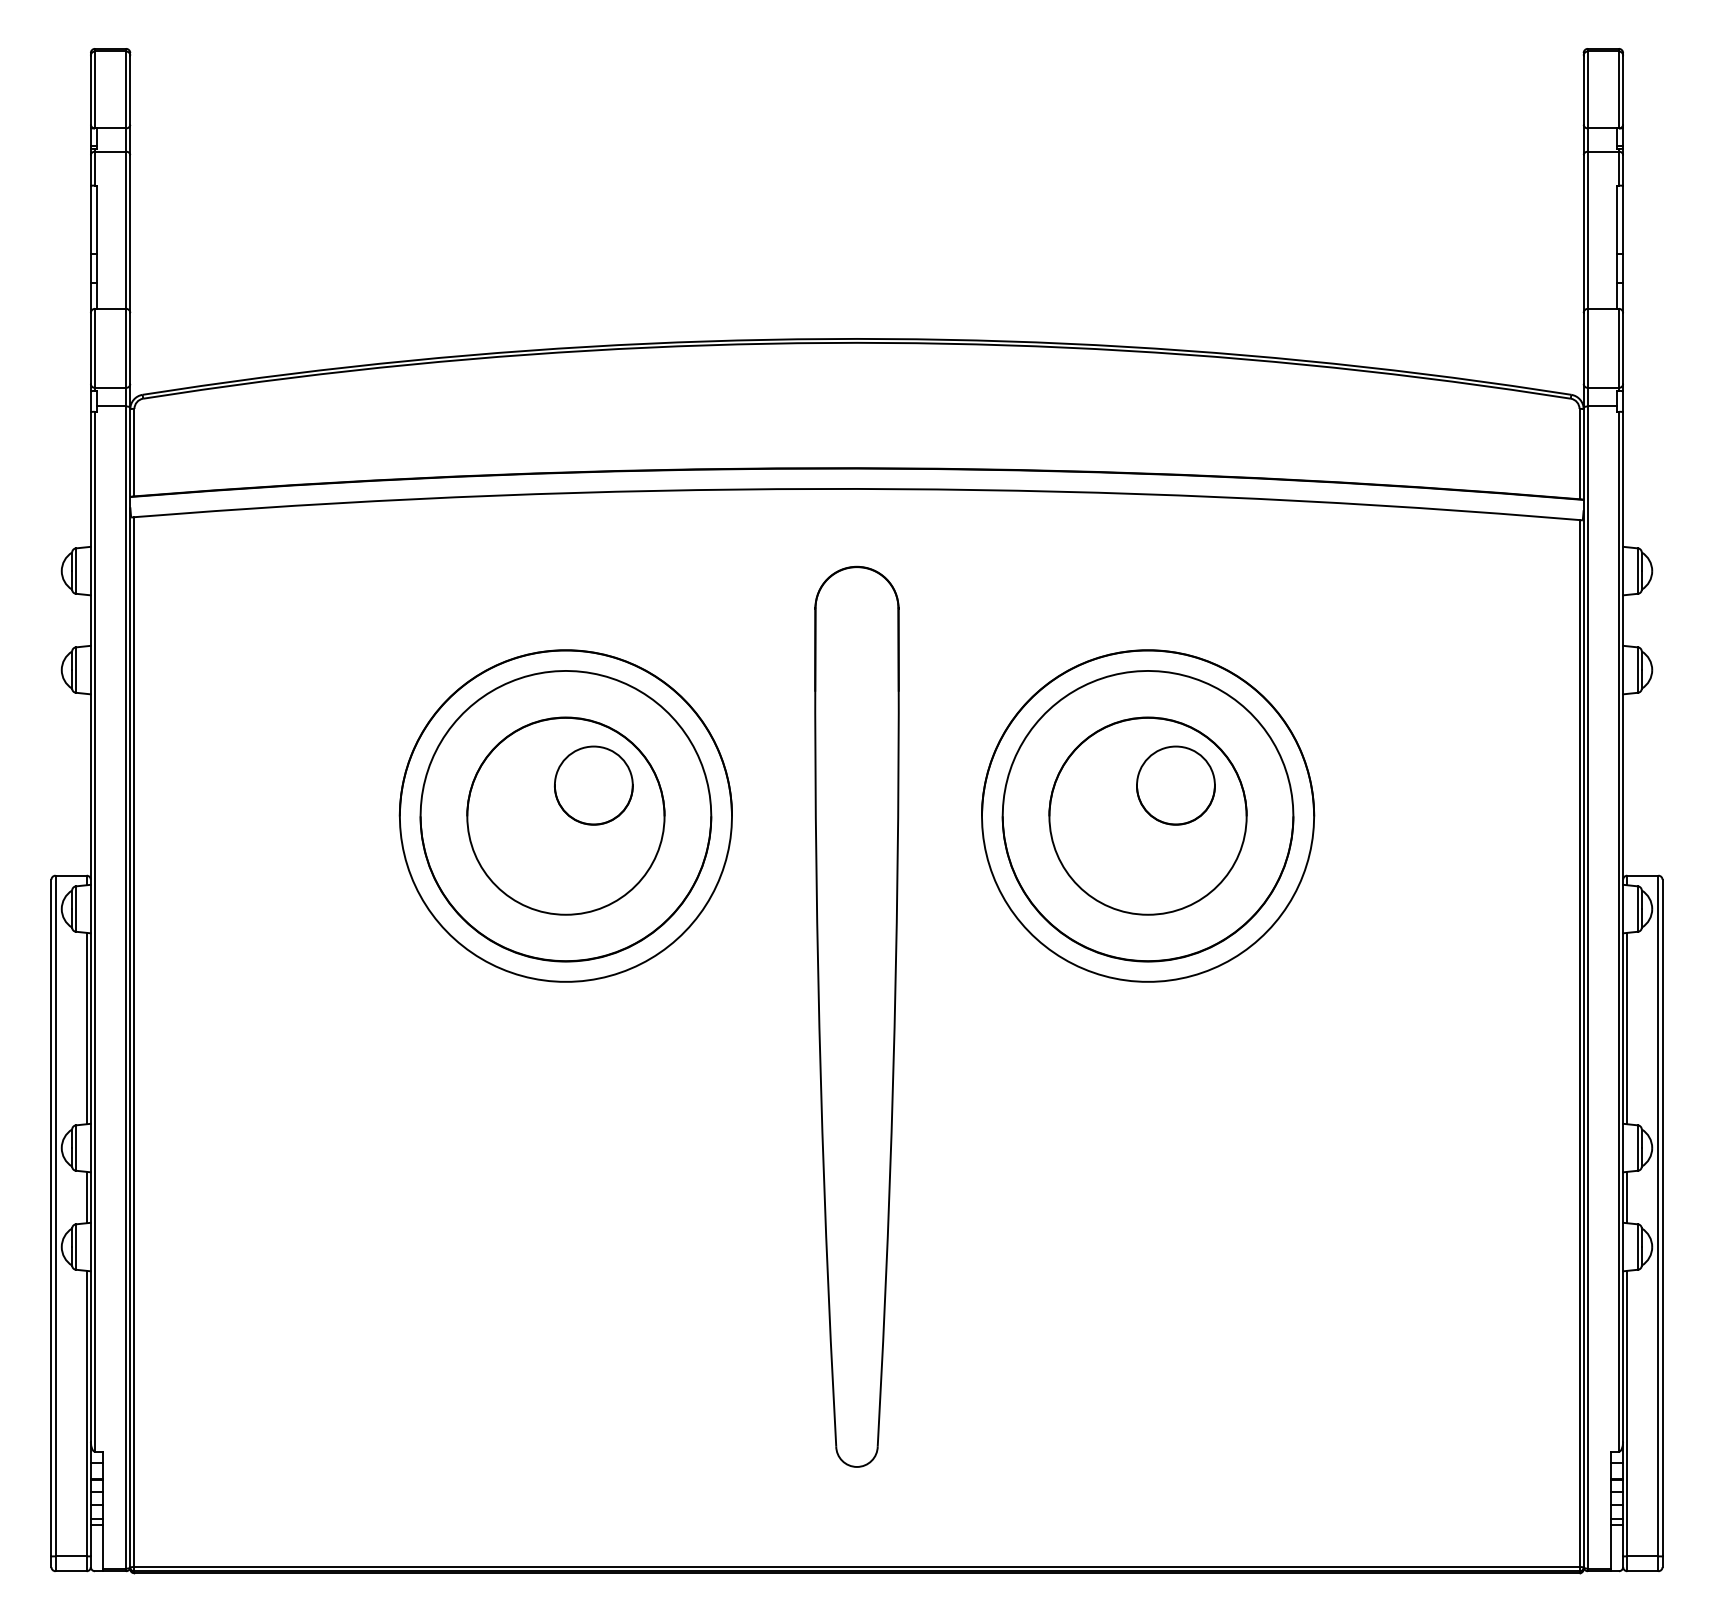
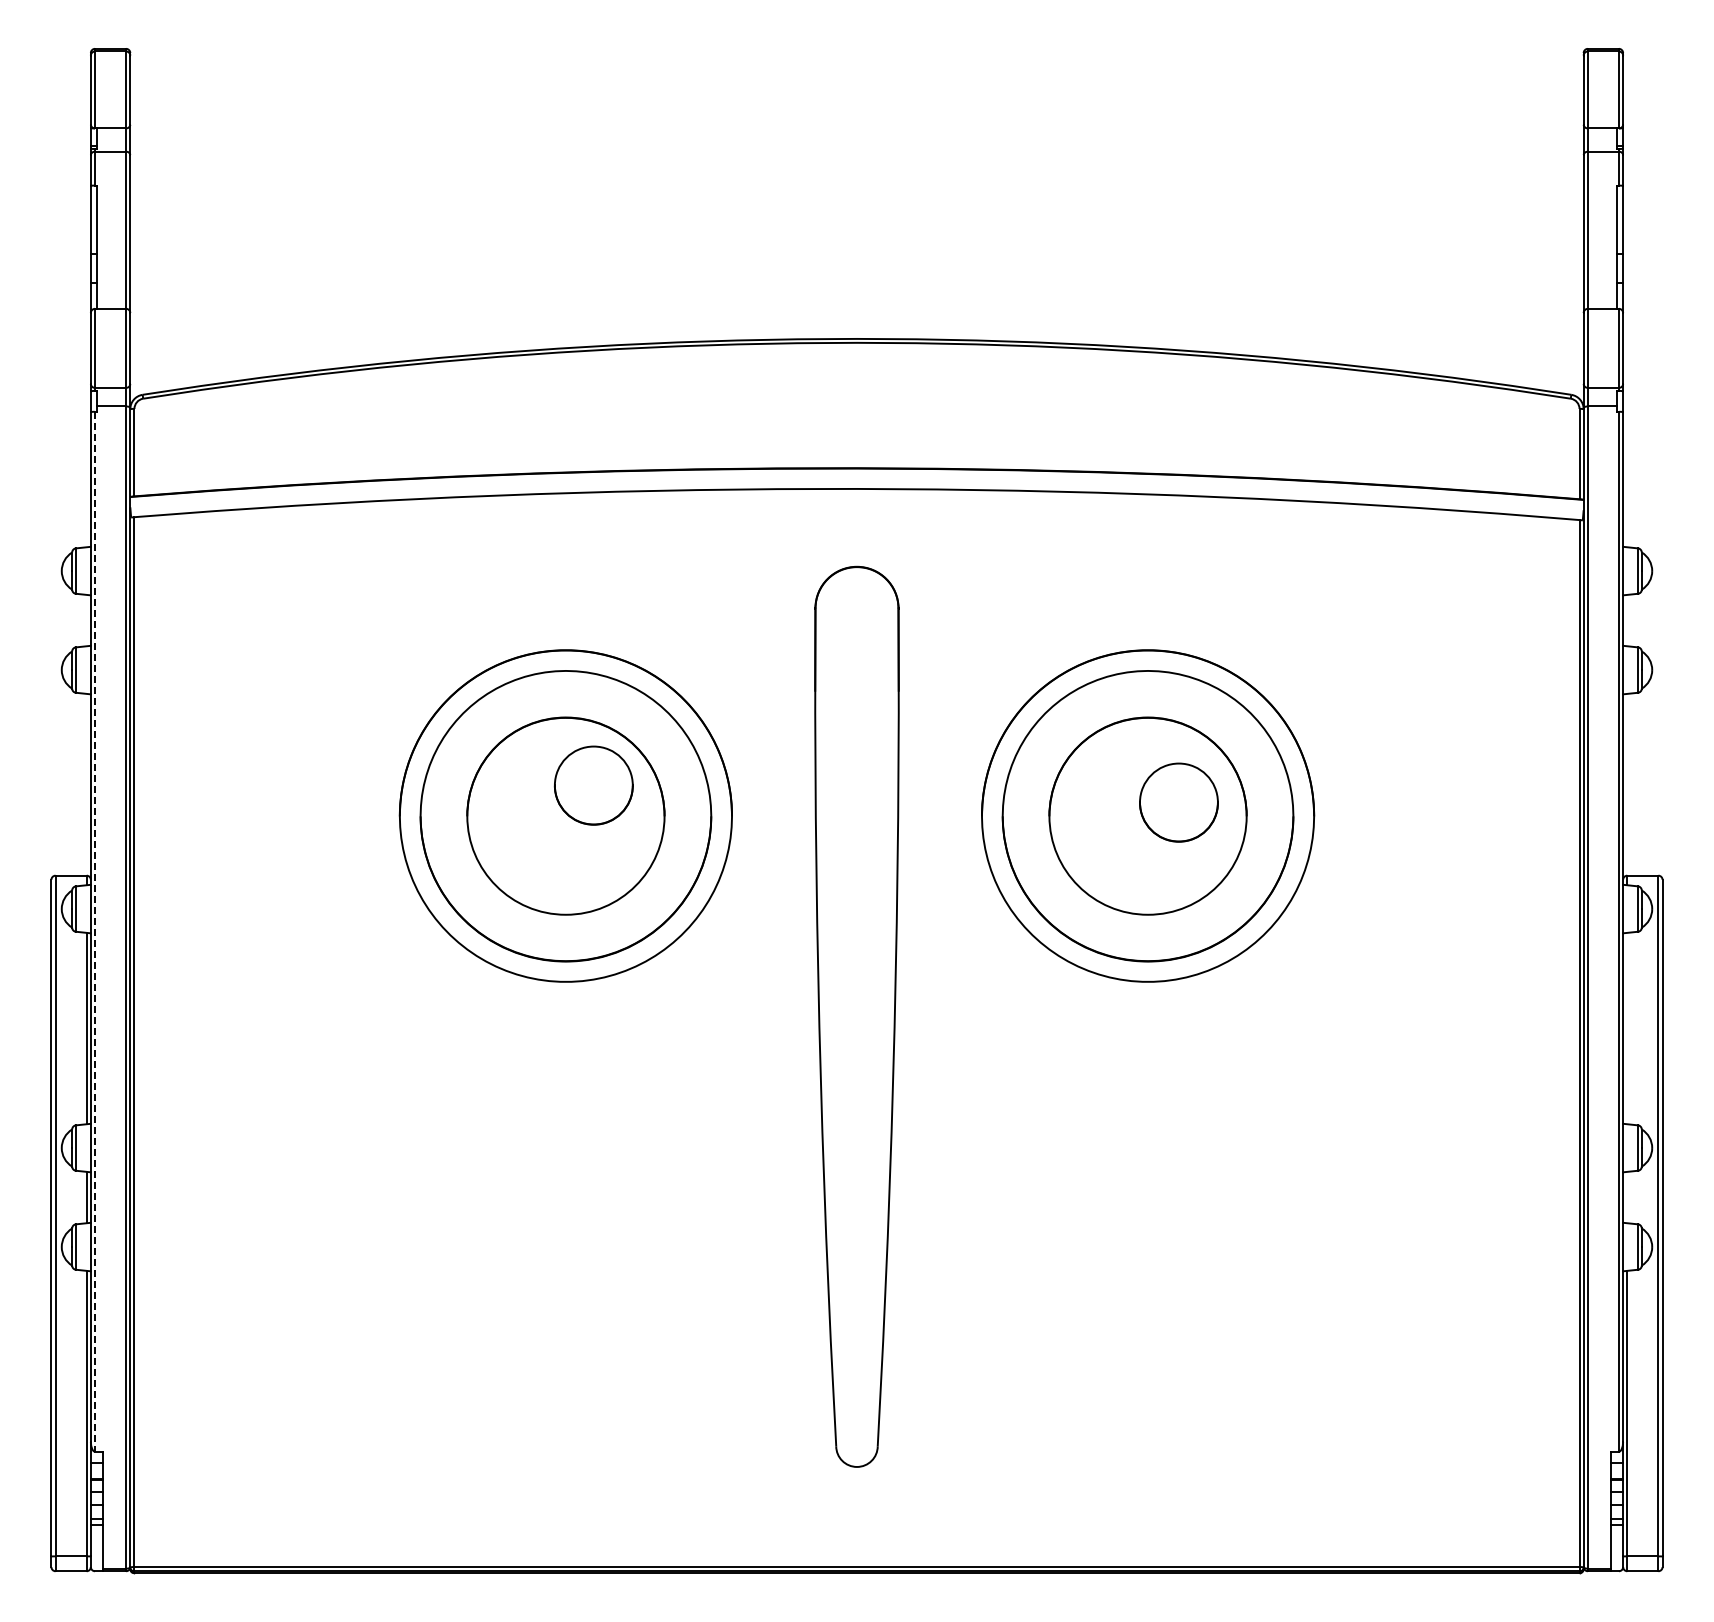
part at (1175, 785) position: (1175, 785) -> (1178, 802)
line at (95, 931): solid -> dashed
line at (1627, 1028): present -> none
line at (1627, 1197): present -> none
